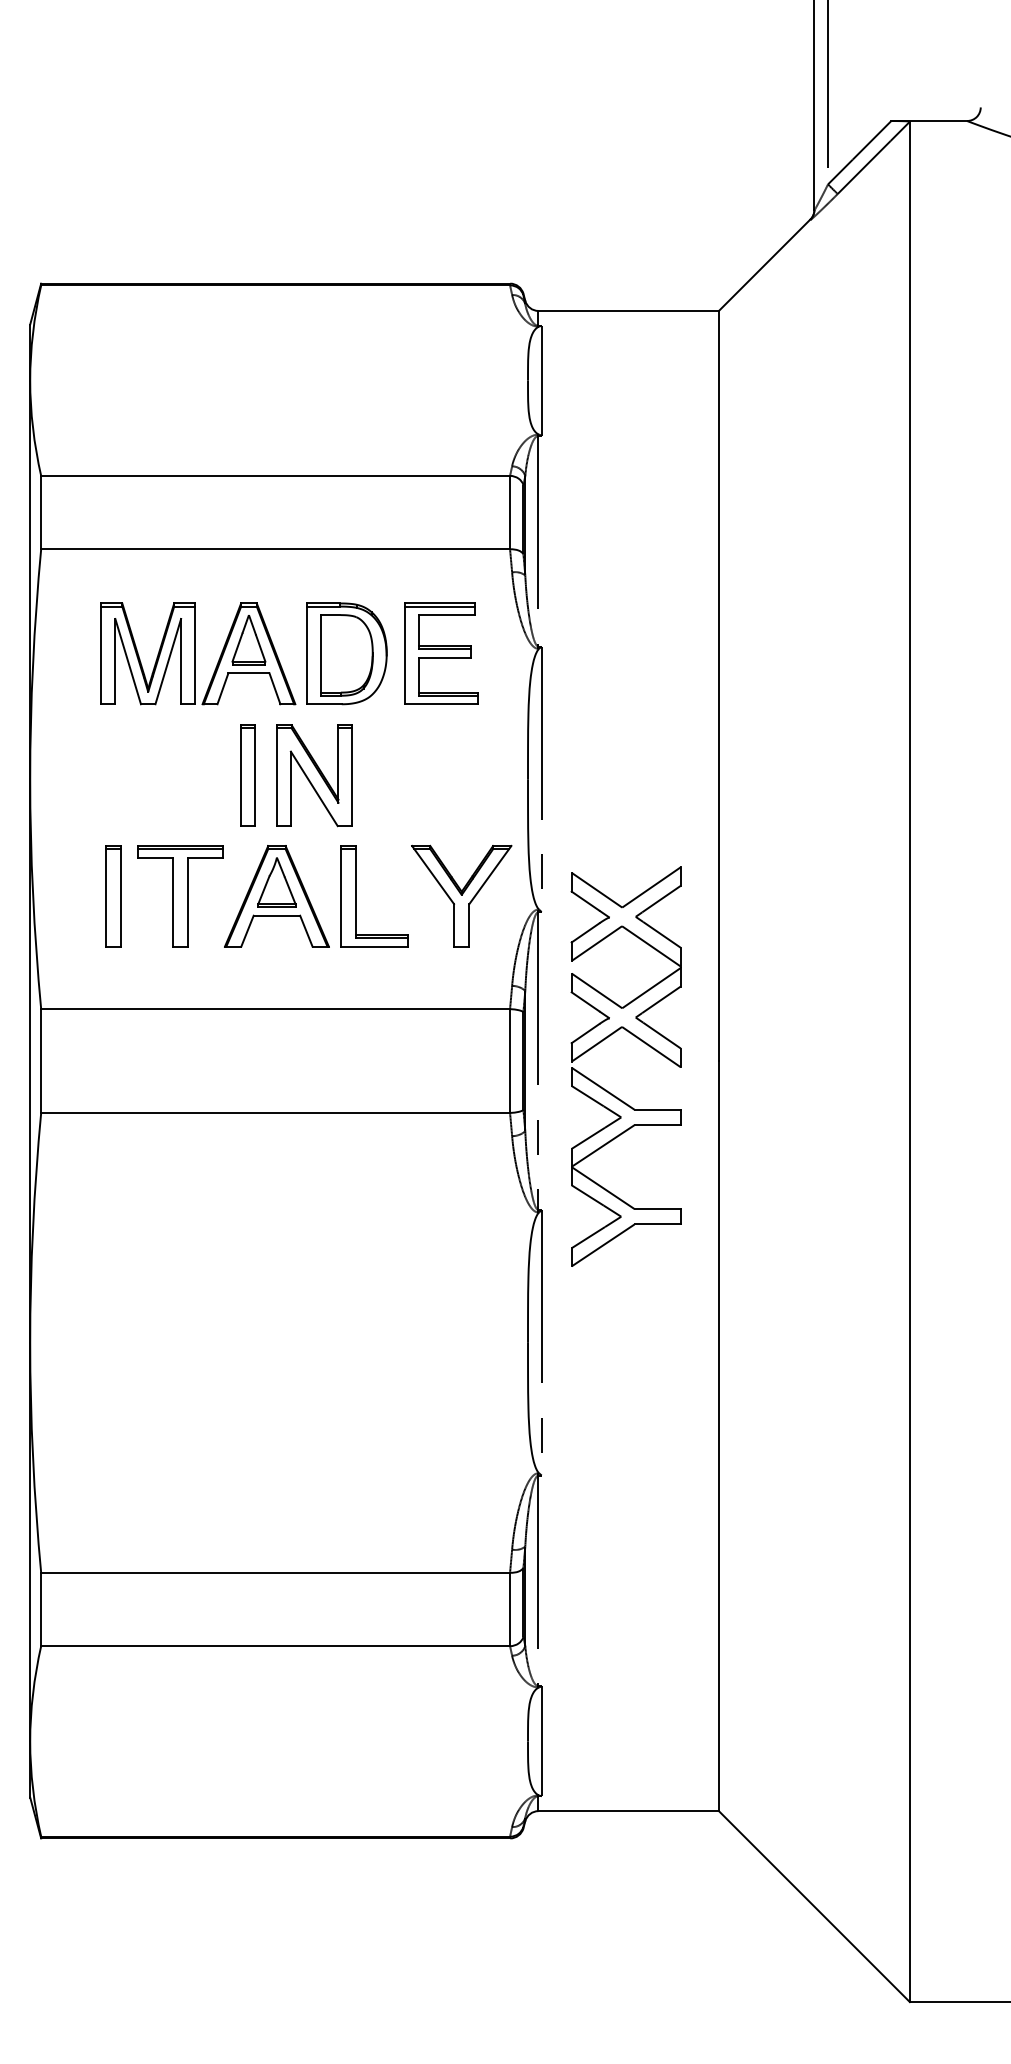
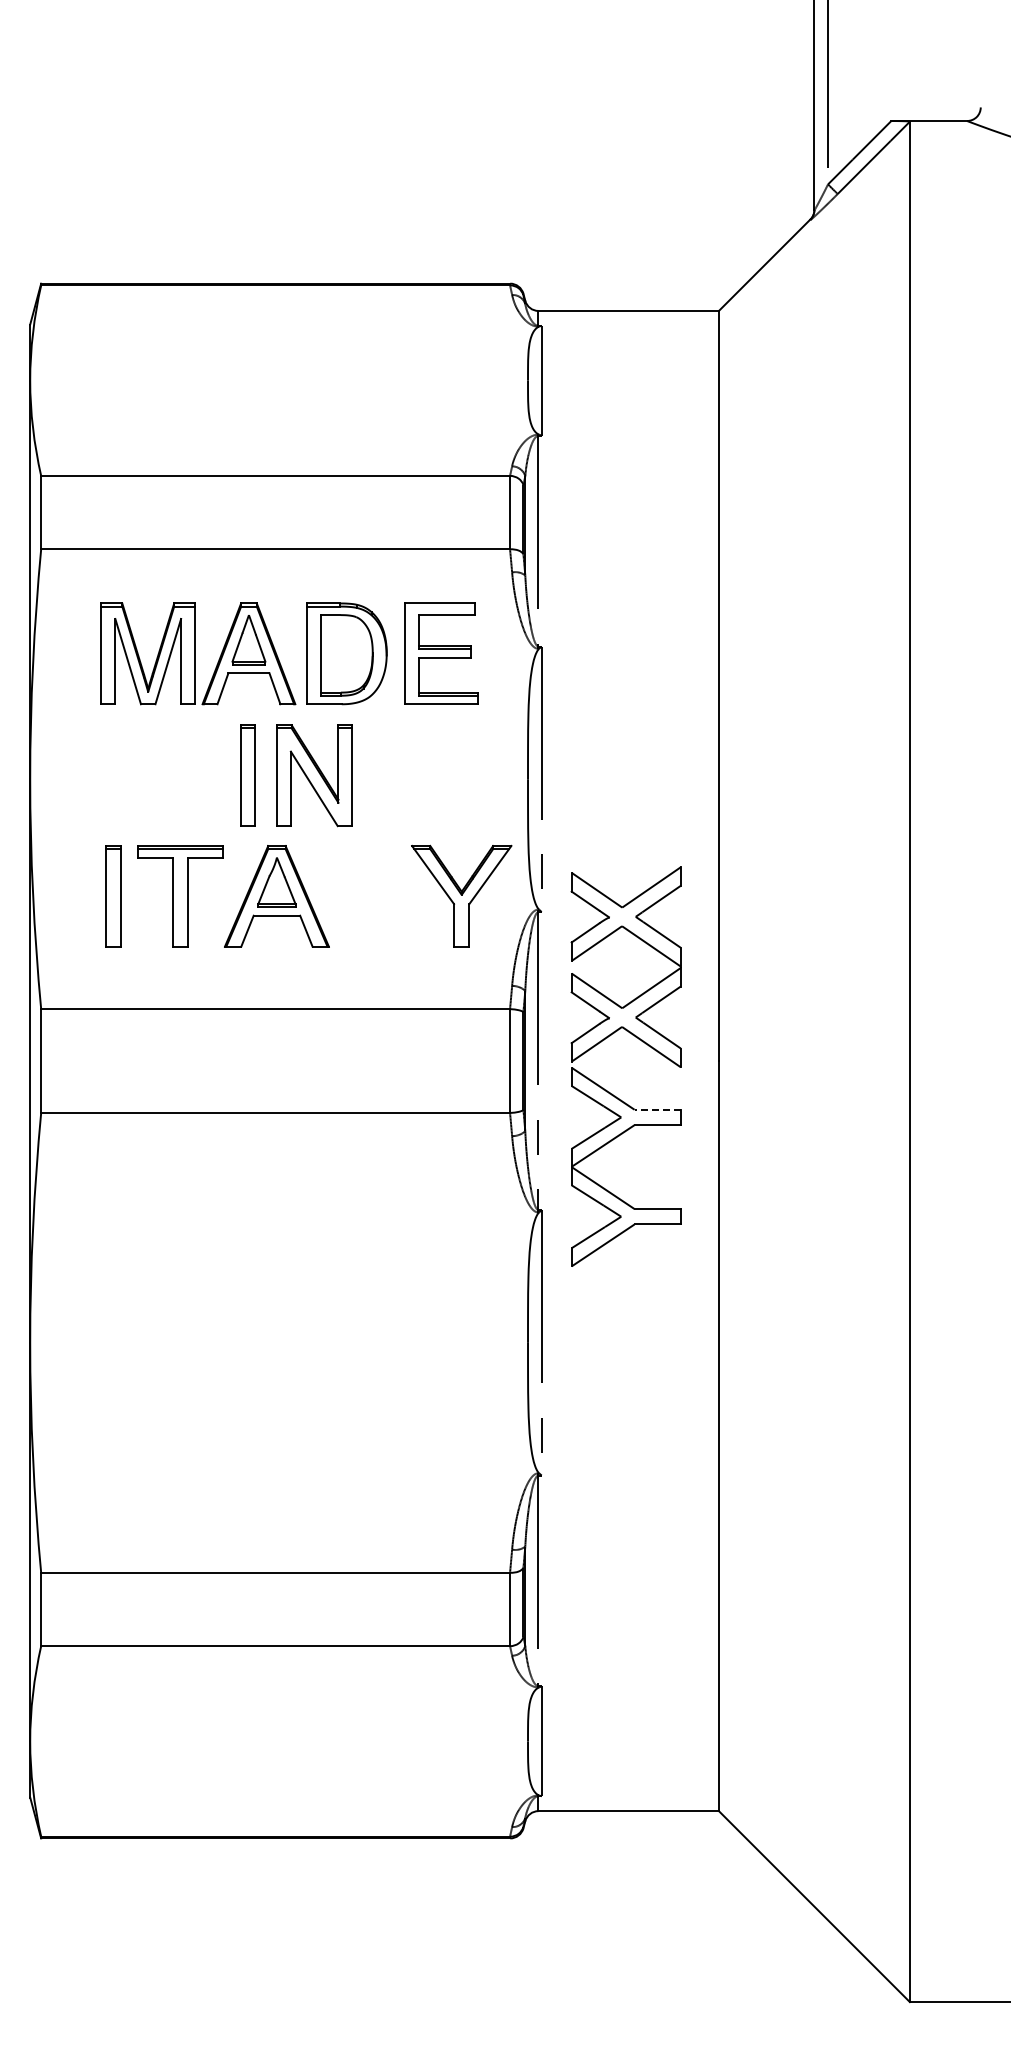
line at (439, 606): present -> none
part at (356, 896): present -> none
line at (657, 1109): solid -> dashed
